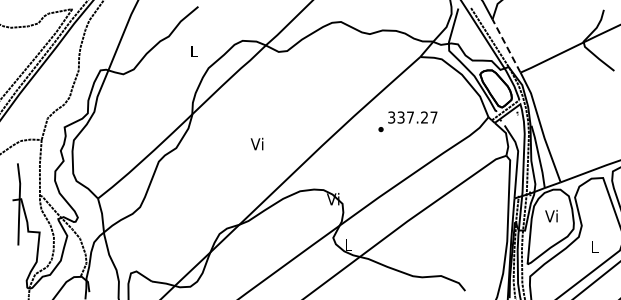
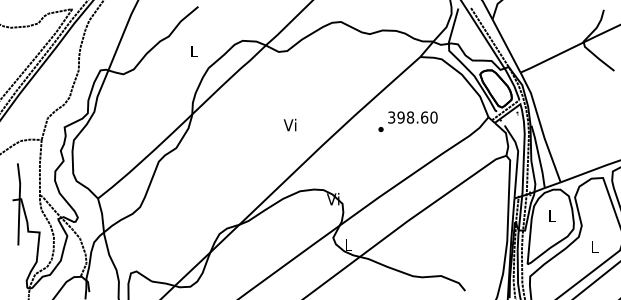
line at (506, 46): dashed -> solid
text at (417, 117): 337.27 -> 398.60
text at (256, 143) position: (256, 143) -> (289, 124)
text at (551, 216): Vi -> L
